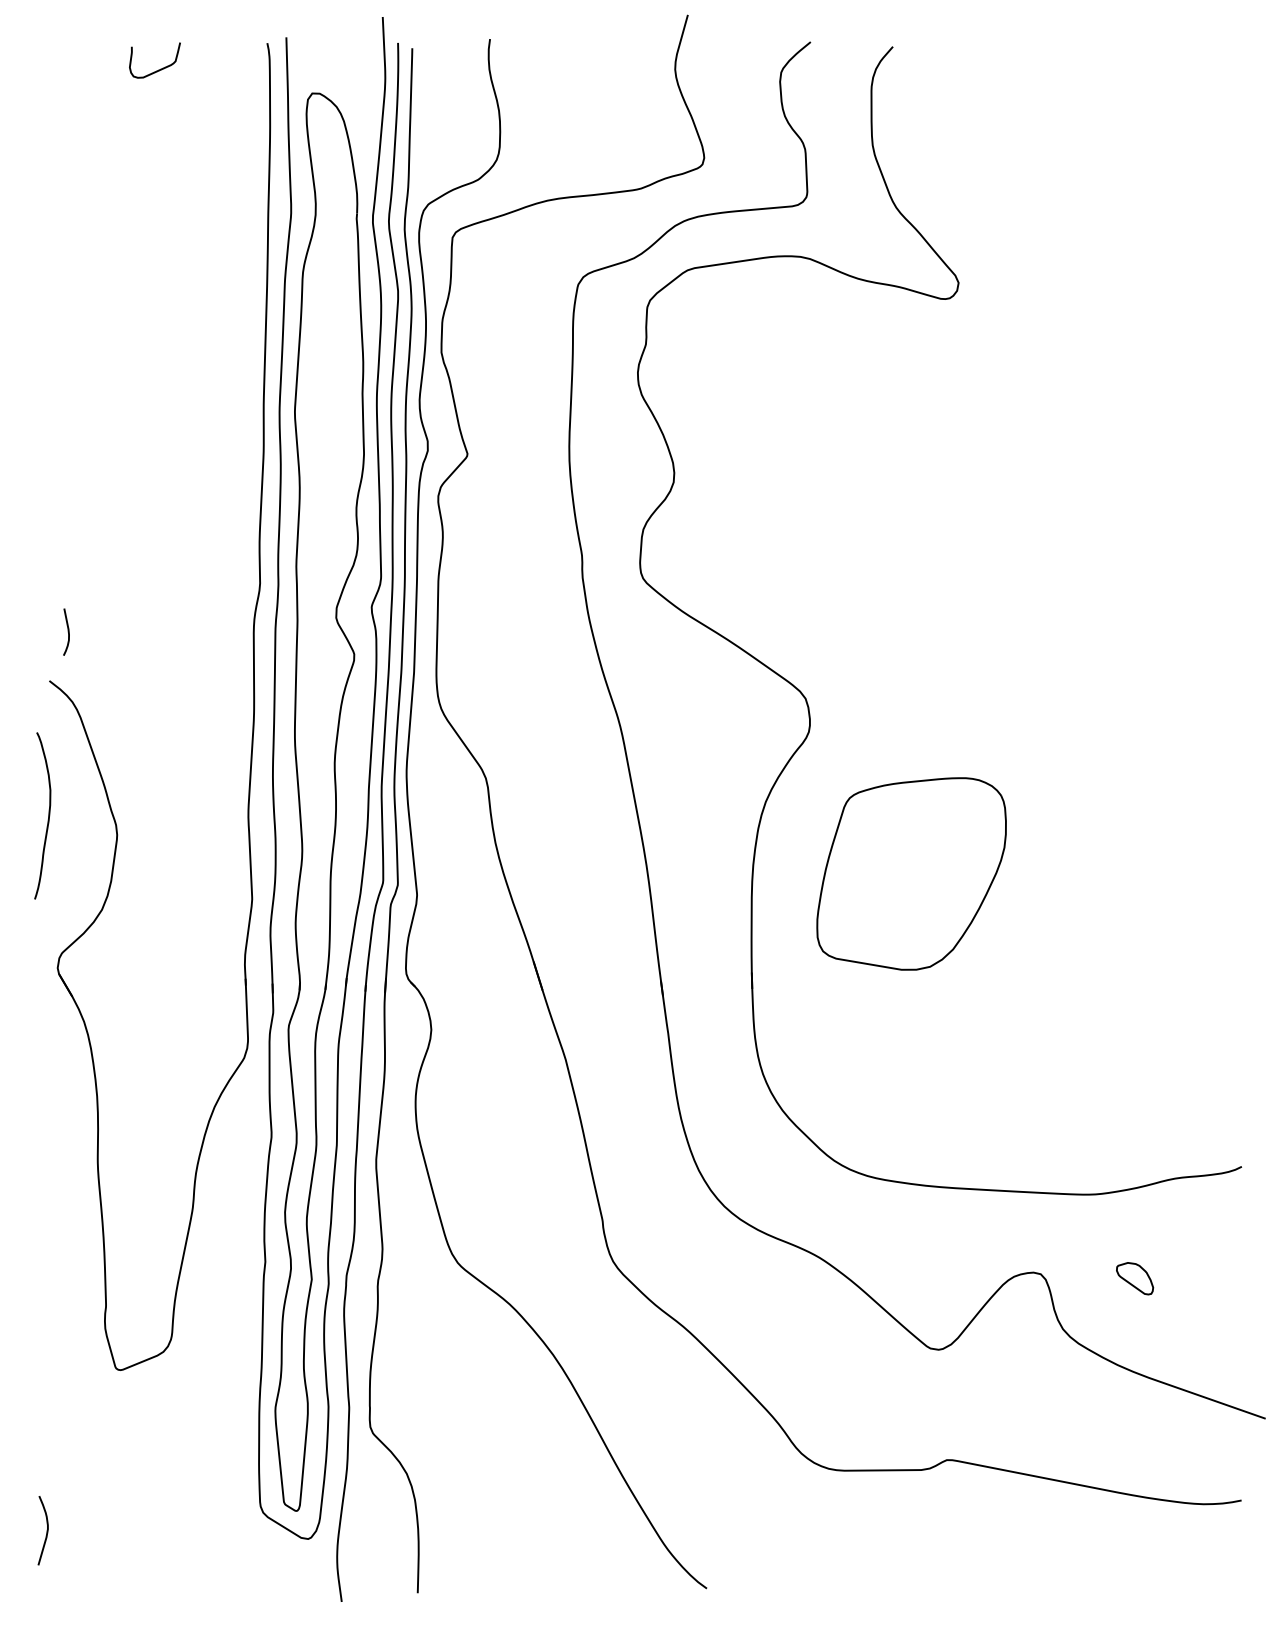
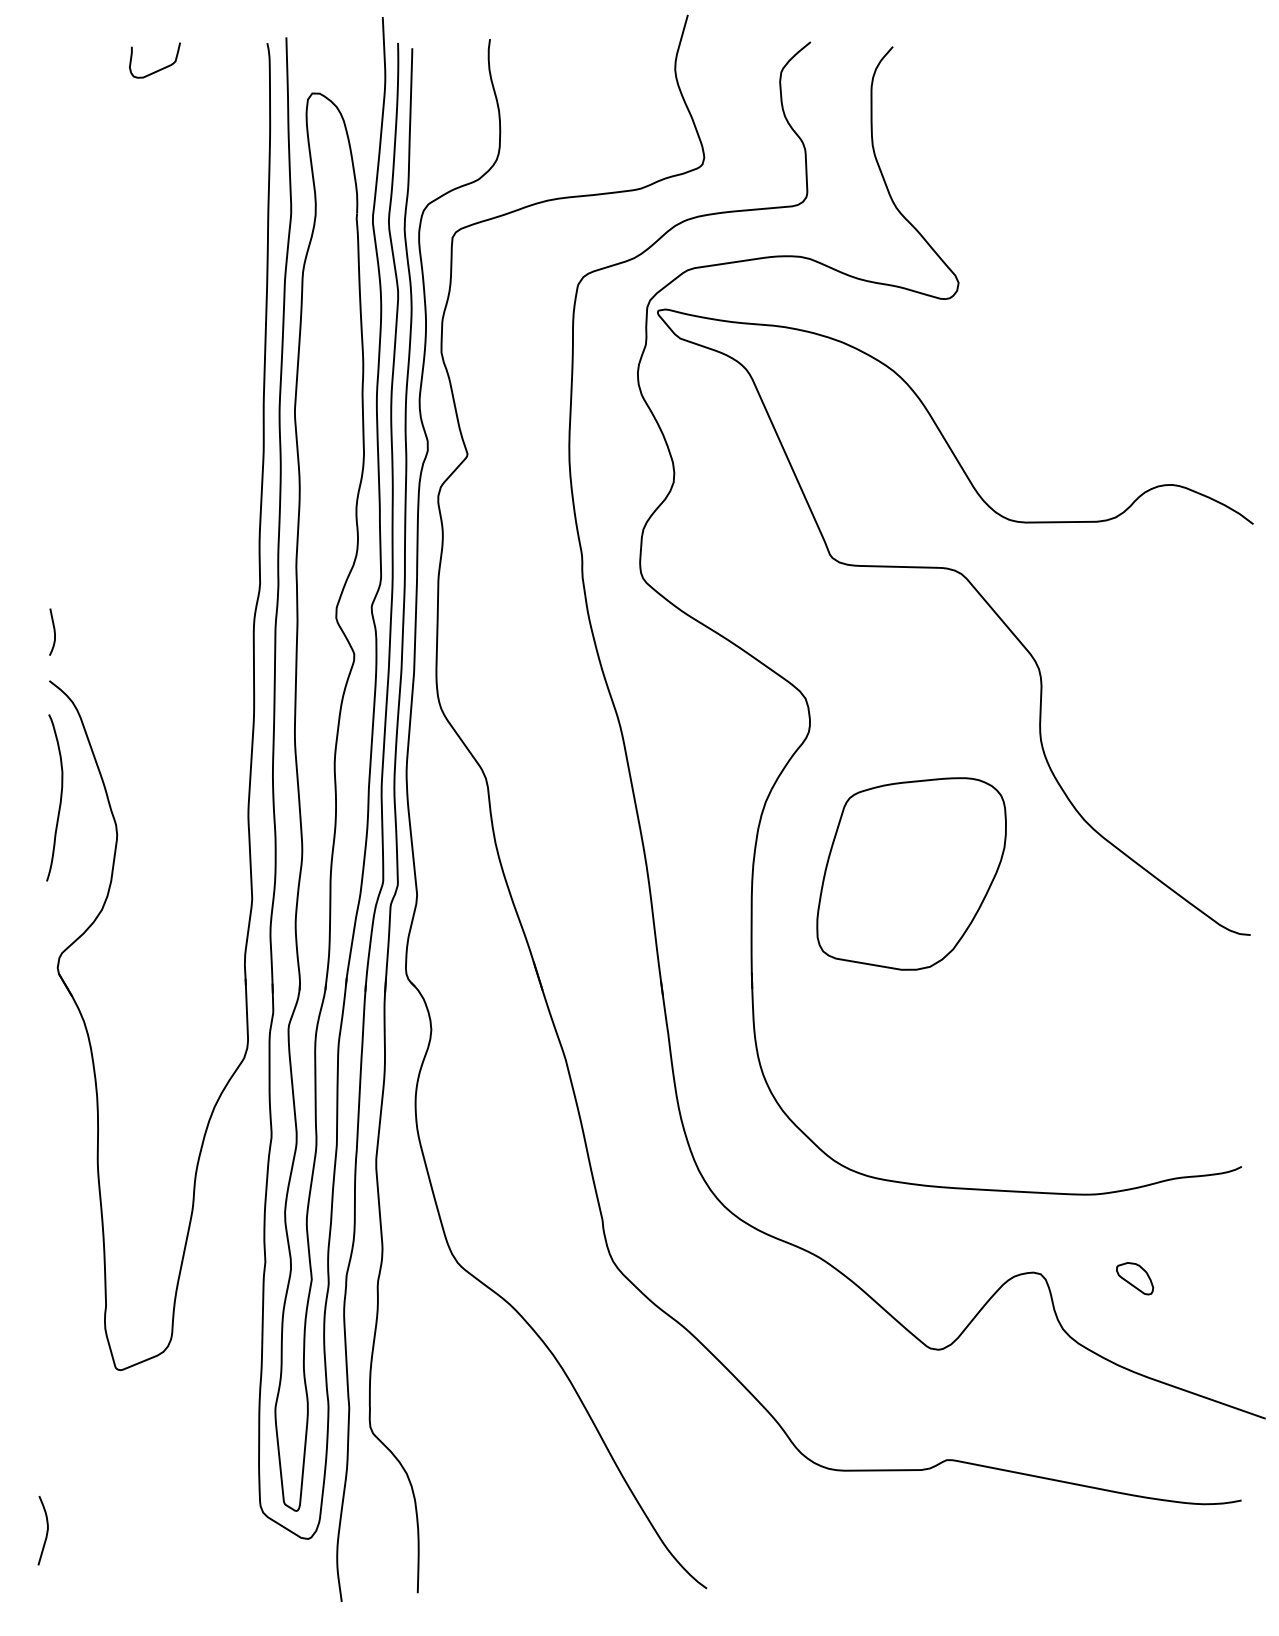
curve at (983, 600): none -> present
curve at (67, 631) position: (67, 631) -> (53, 631)
curve at (48, 815) position: (48, 815) -> (60, 797)
